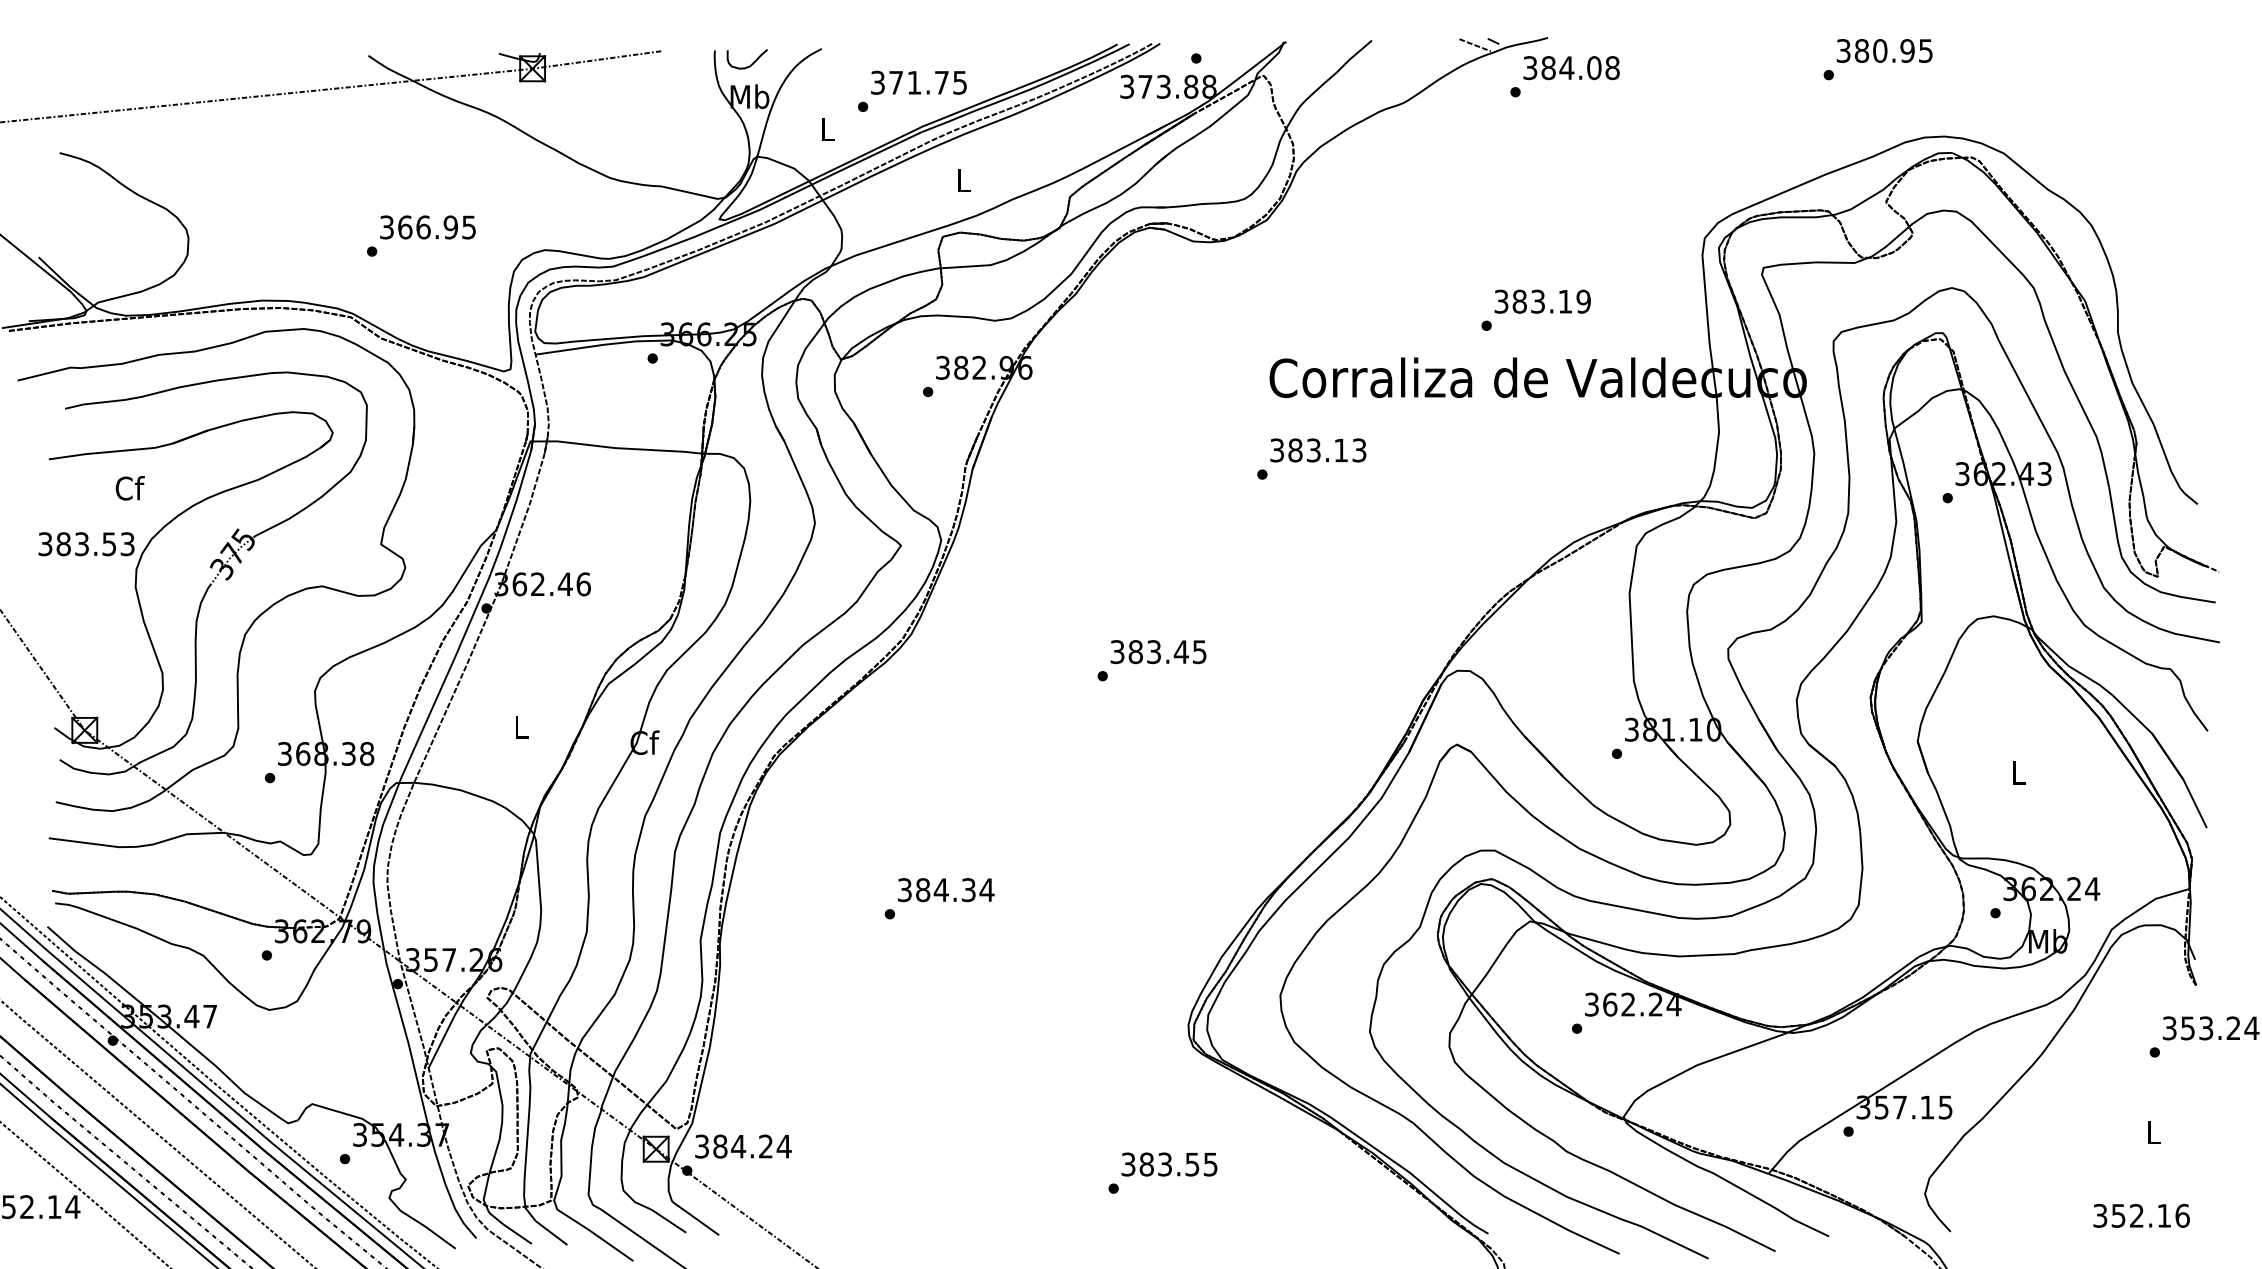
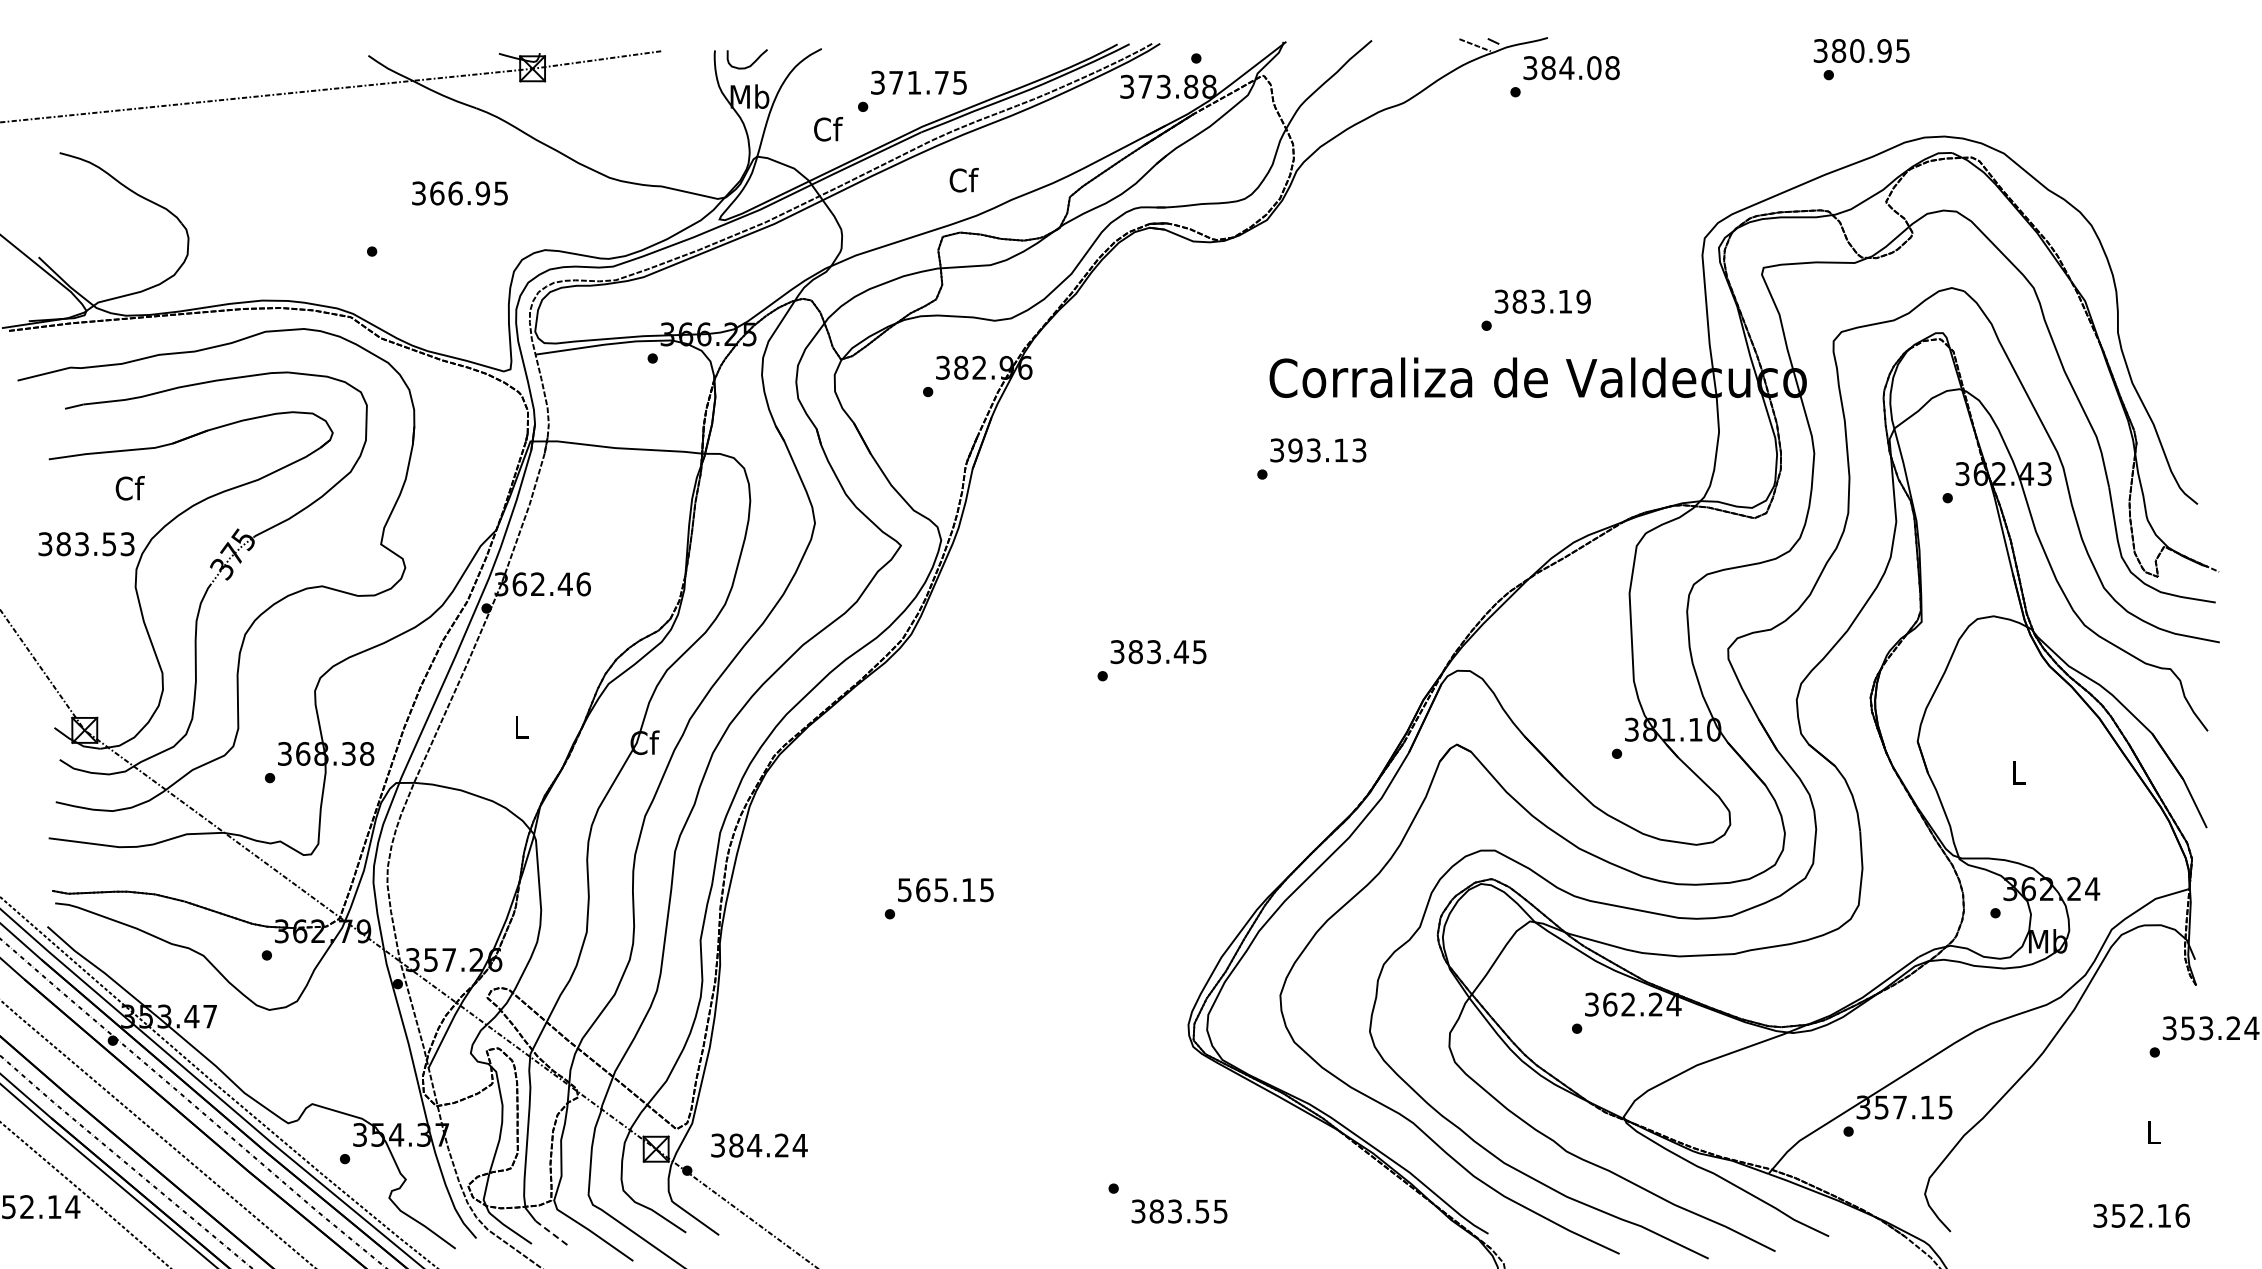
text at (1884, 50) position: (1884, 50) -> (1861, 50)
text at (828, 129): L -> Cf
text at (963, 179): L -> Cf
text at (427, 227) position: (427, 227) -> (459, 193)
text at (1295, 450): 383.13 -> 393.13
text at (946, 890): 384.34 -> 565.15
text at (743, 1146) position: (743, 1146) -> (759, 1145)
text at (1169, 1164) position: (1169, 1164) -> (1179, 1211)
line at (551, 1233): solid -> dashed
